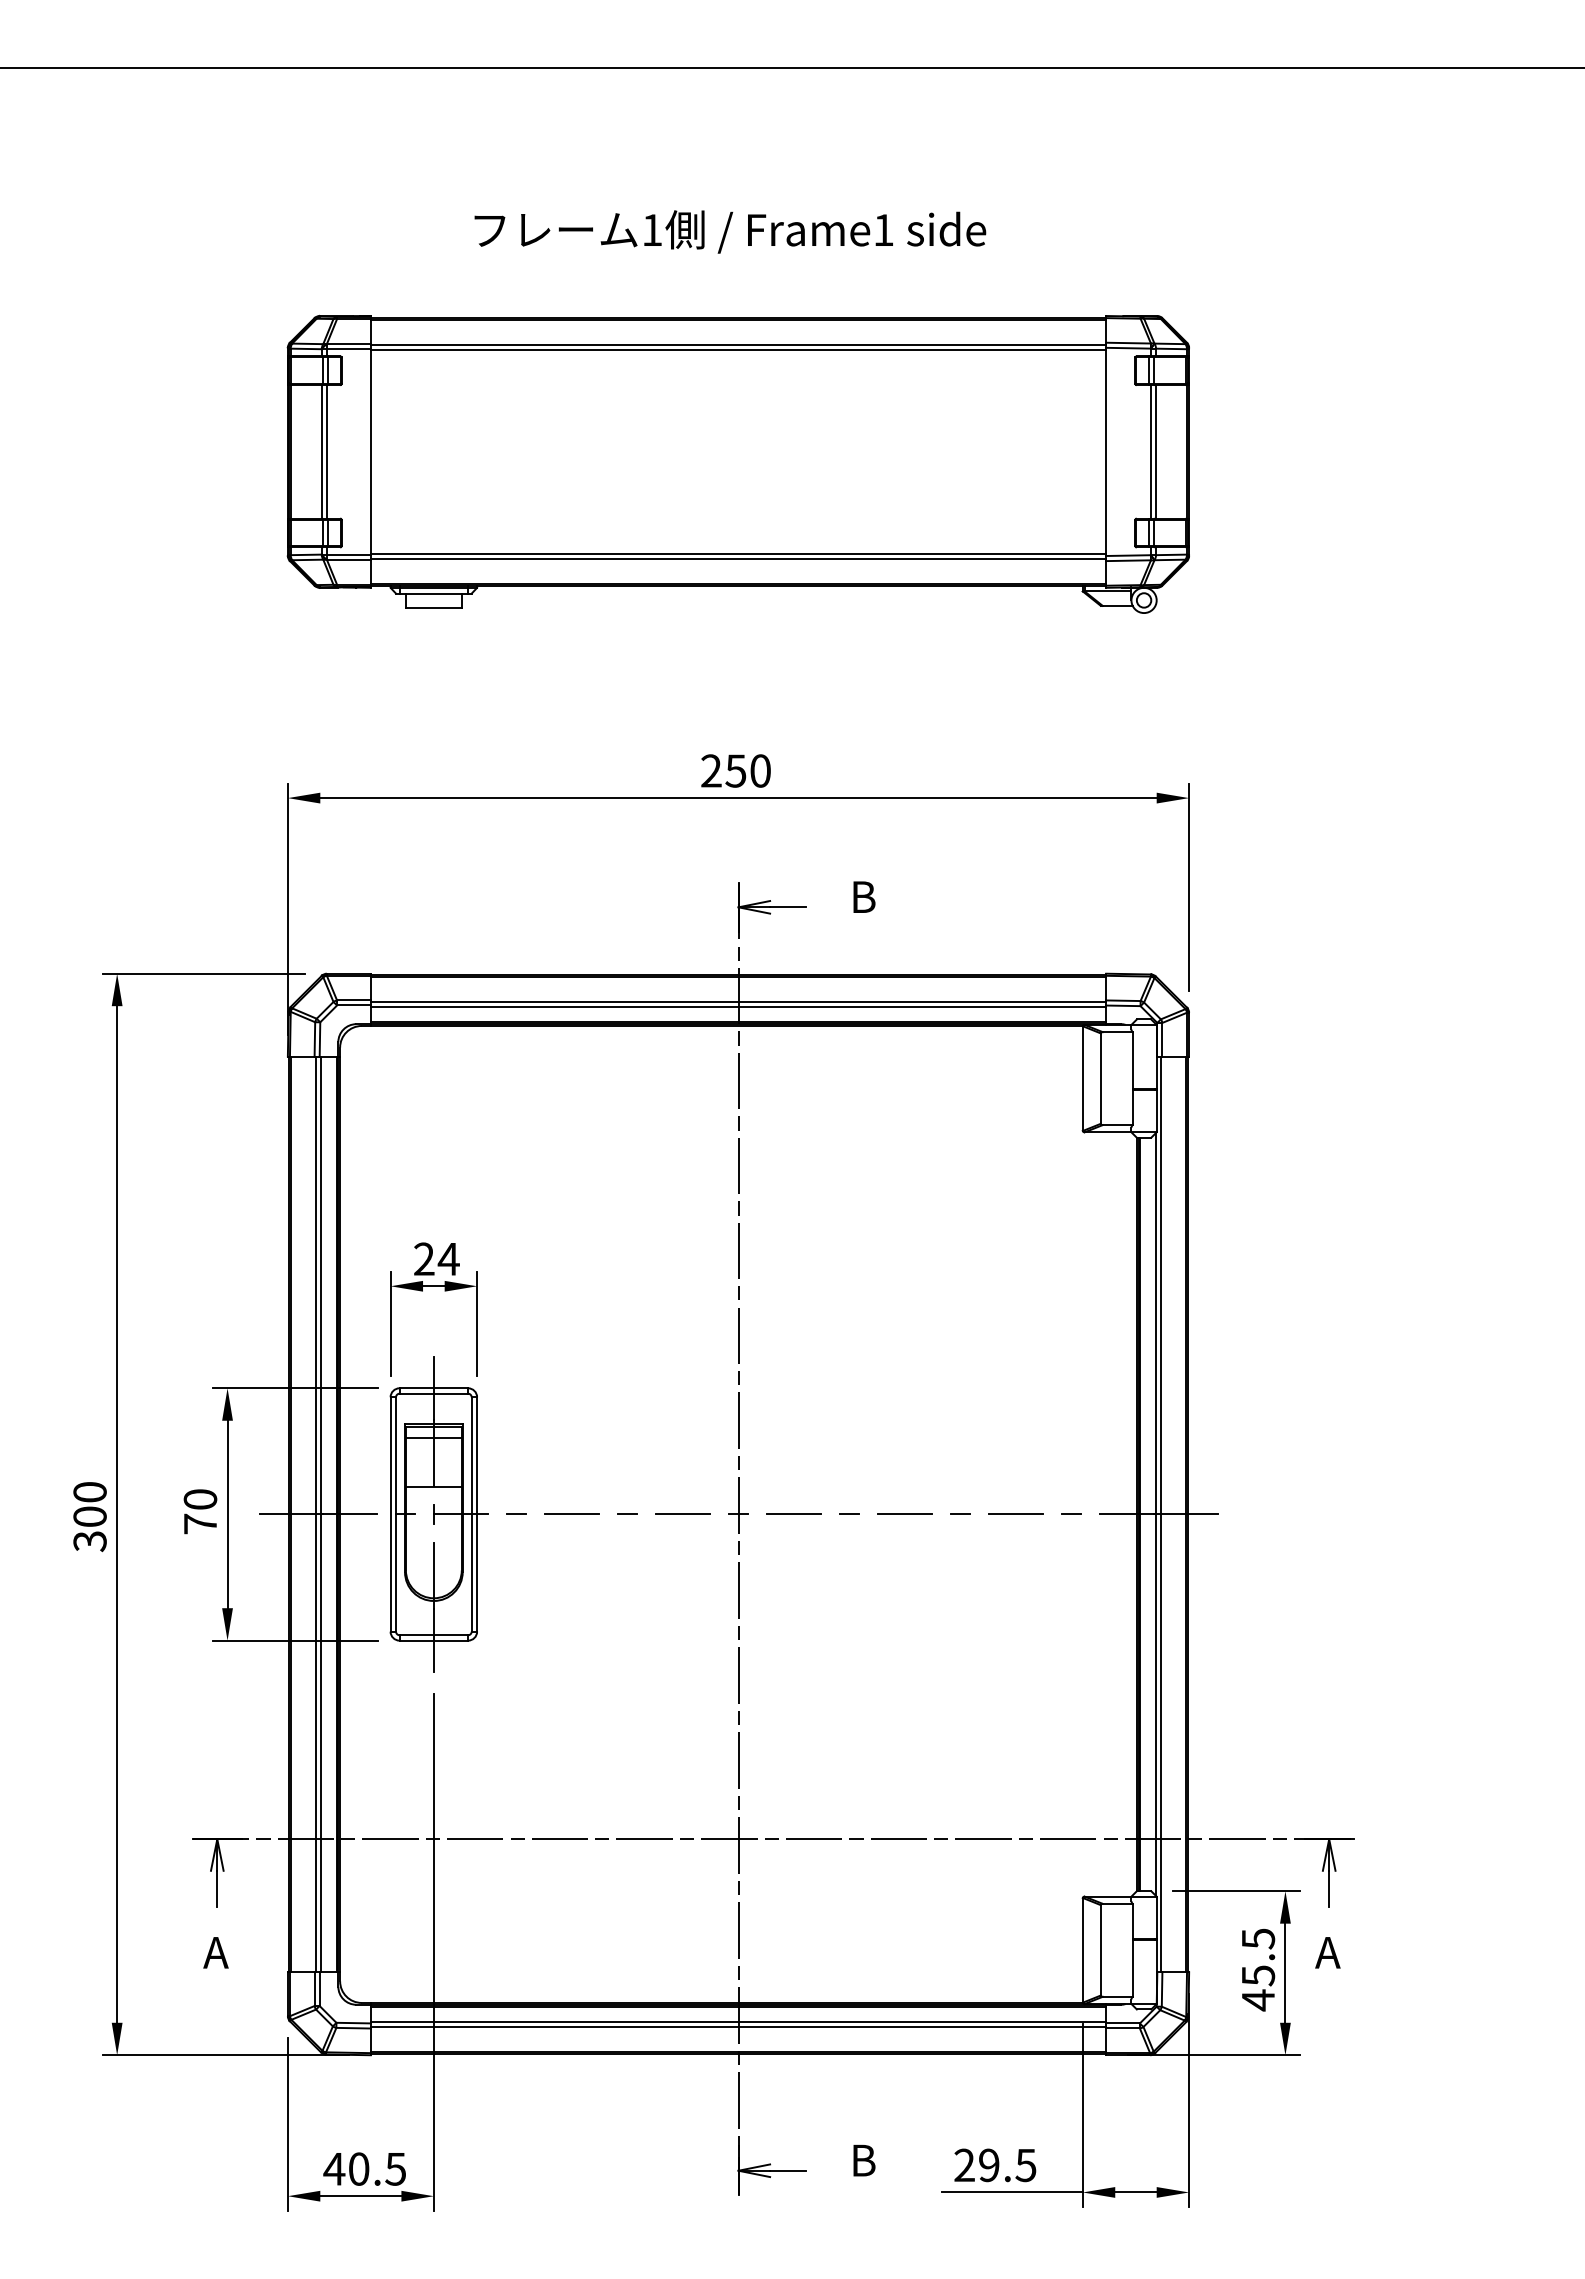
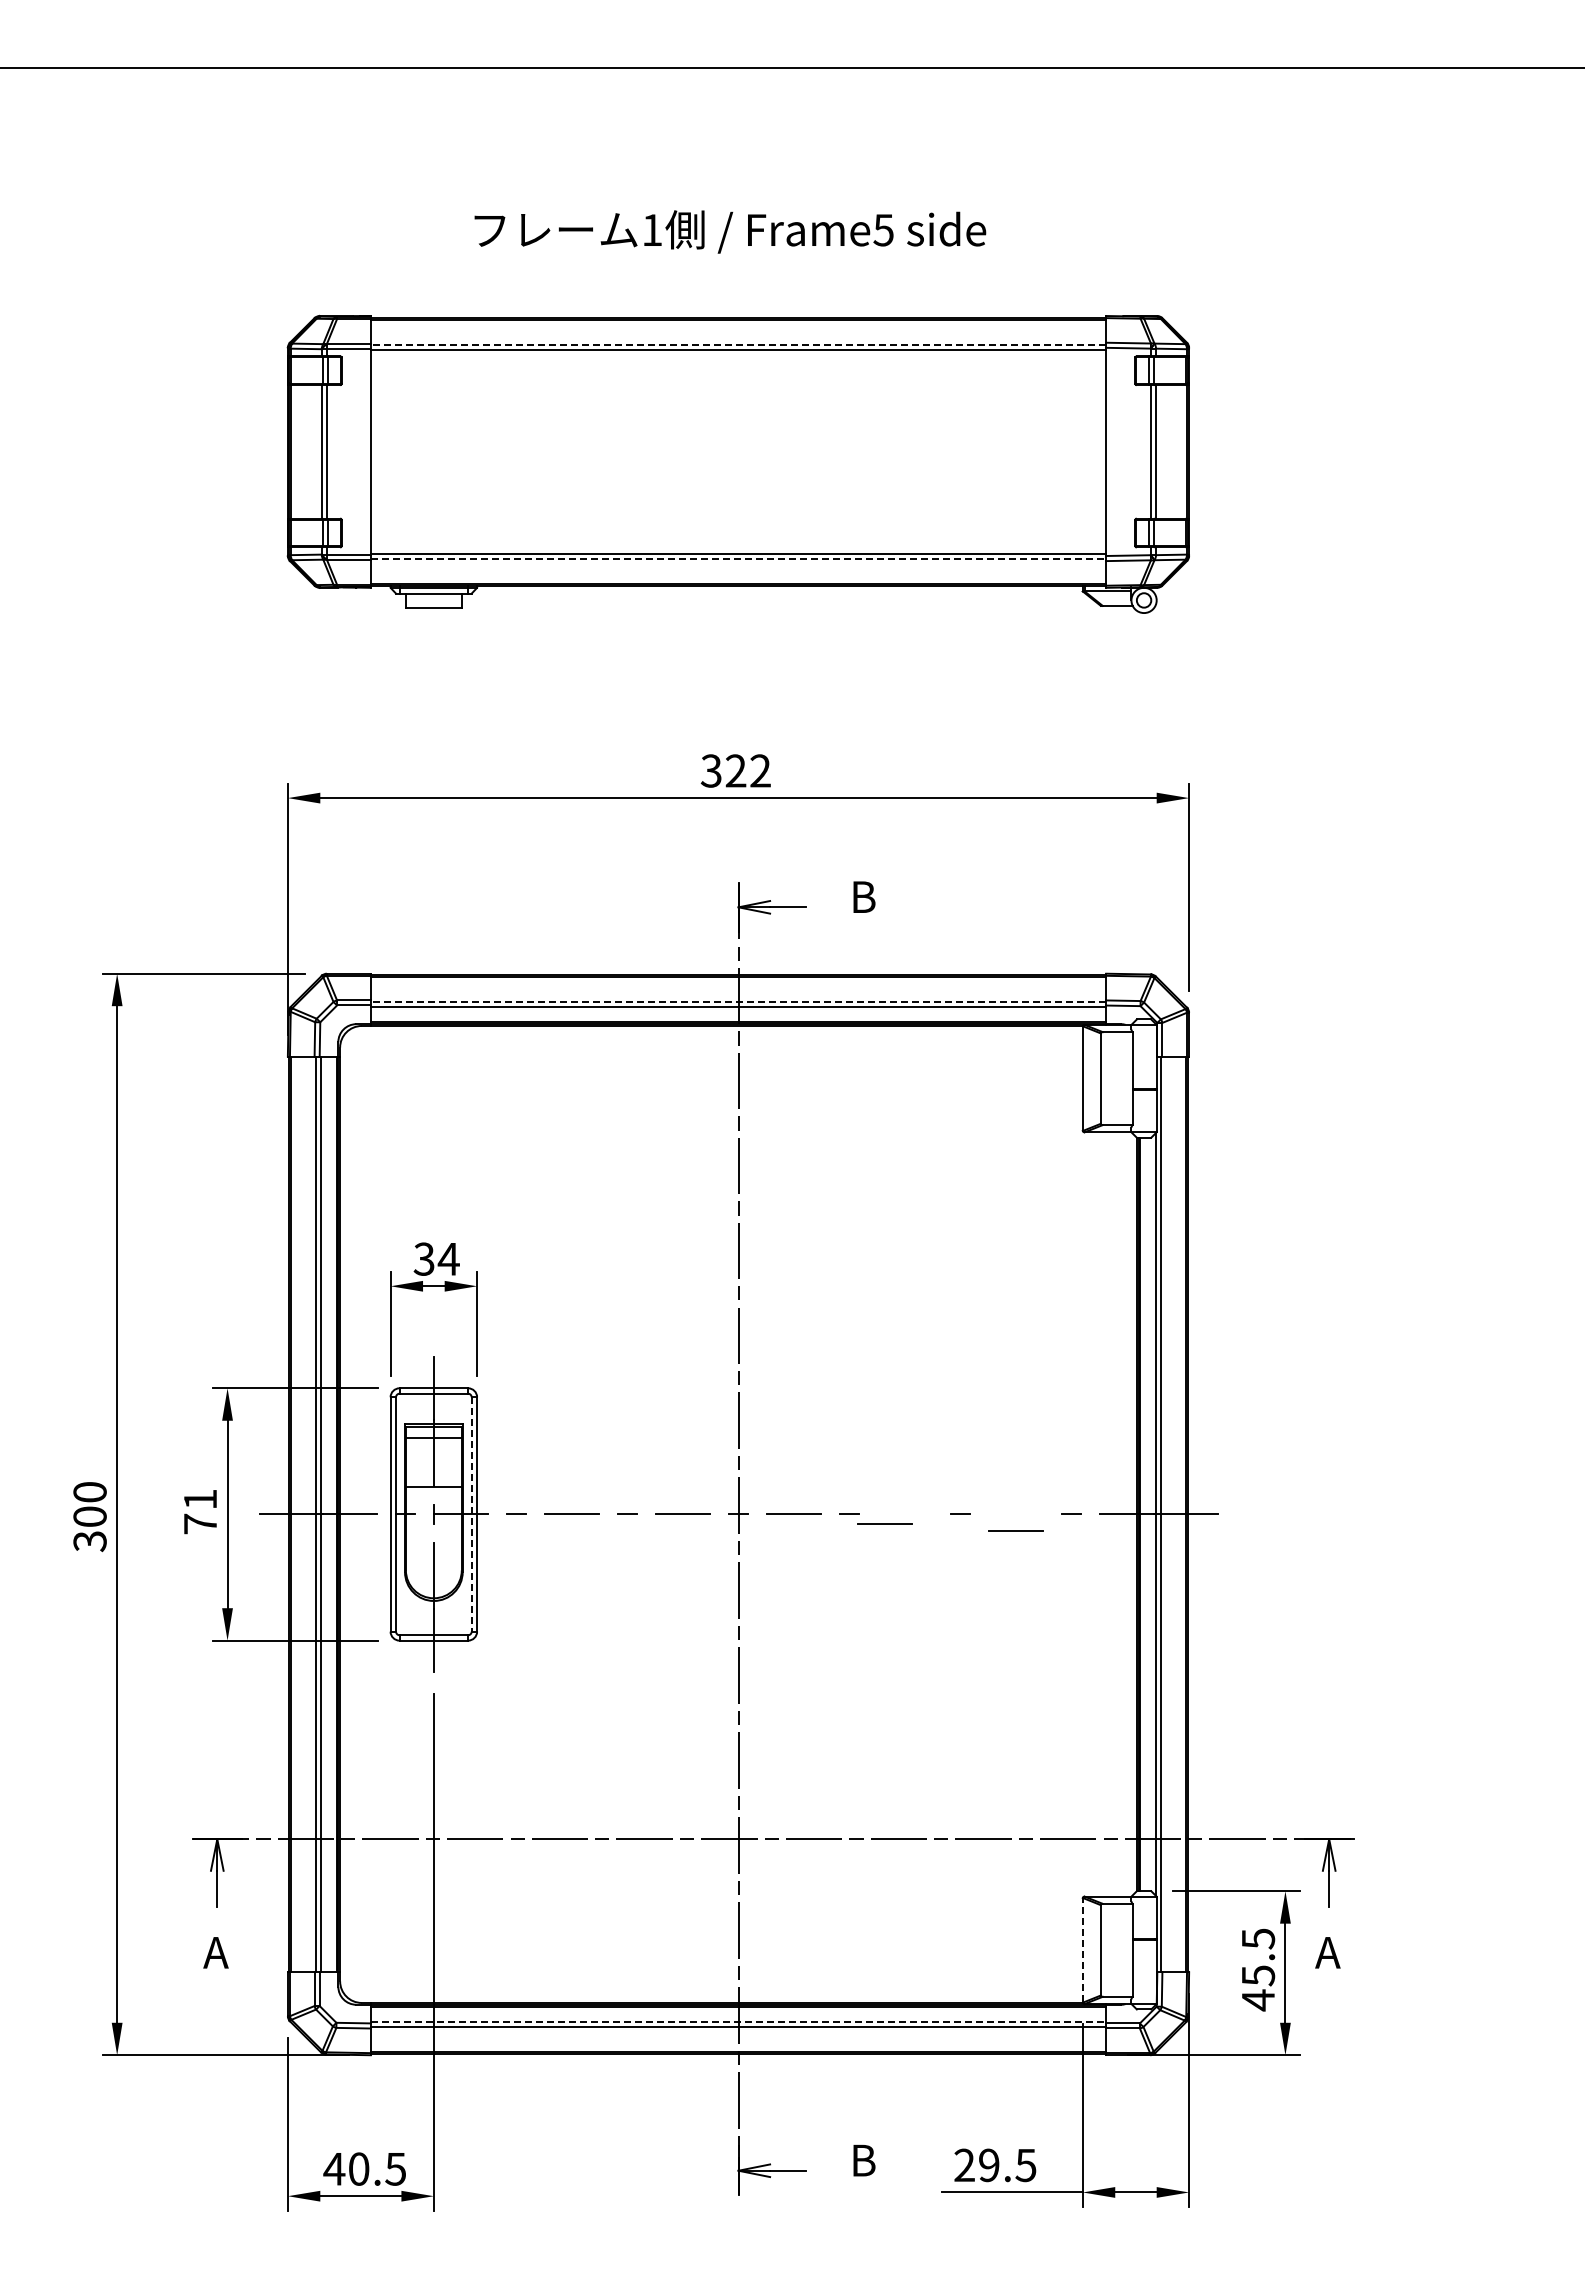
text at (883, 230): Frame1 -> Frame5
line at (738, 344): solid -> dashed
line at (738, 559): solid -> dashed
text at (735, 770): 250 -> 322
line at (738, 1001): solid -> dashed
text at (423, 1259): 24 -> 34
text at (200, 1499): 70 -> 71
line at (904, 1513) position: (904, 1513) -> (884, 1523)
line at (1015, 1513) position: (1015, 1513) -> (1015, 1530)
line at (471, 1514): solid -> dashed
line at (1082, 1950): solid -> dashed
line at (738, 2022): solid -> dashed
